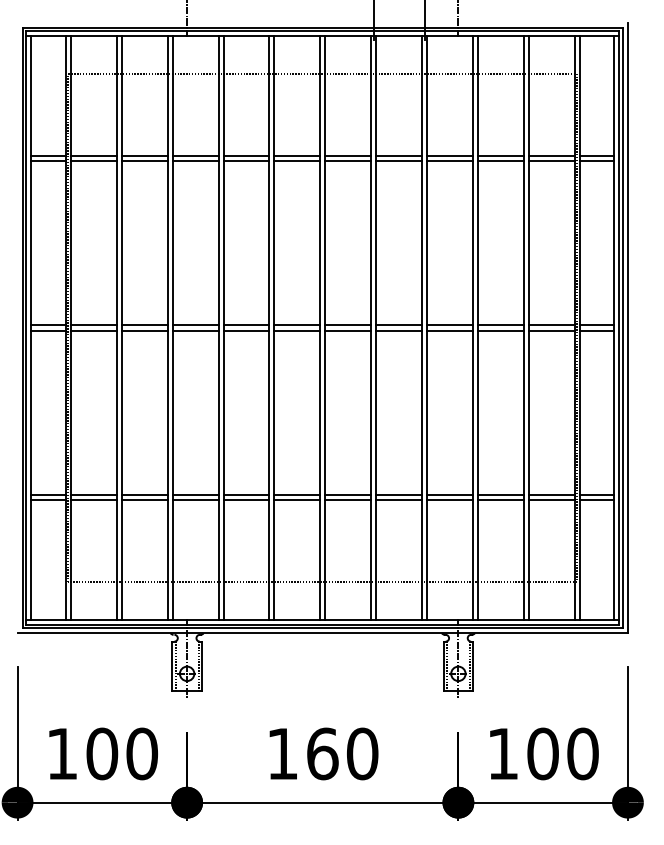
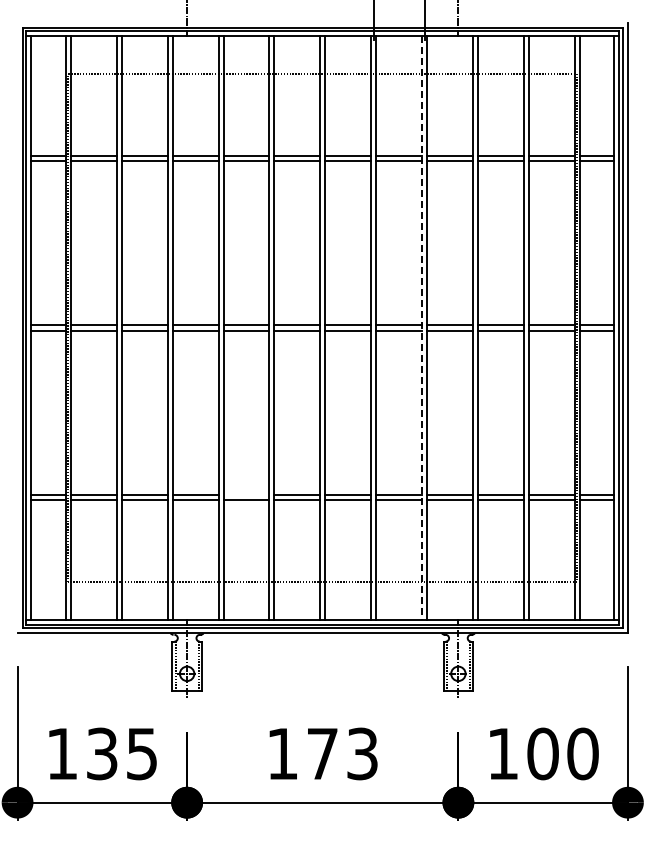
line at (421, 327): solid -> dashed
line at (246, 494): present -> none
text at (122, 753): 100 -> 135
text at (342, 753): 160 -> 173
